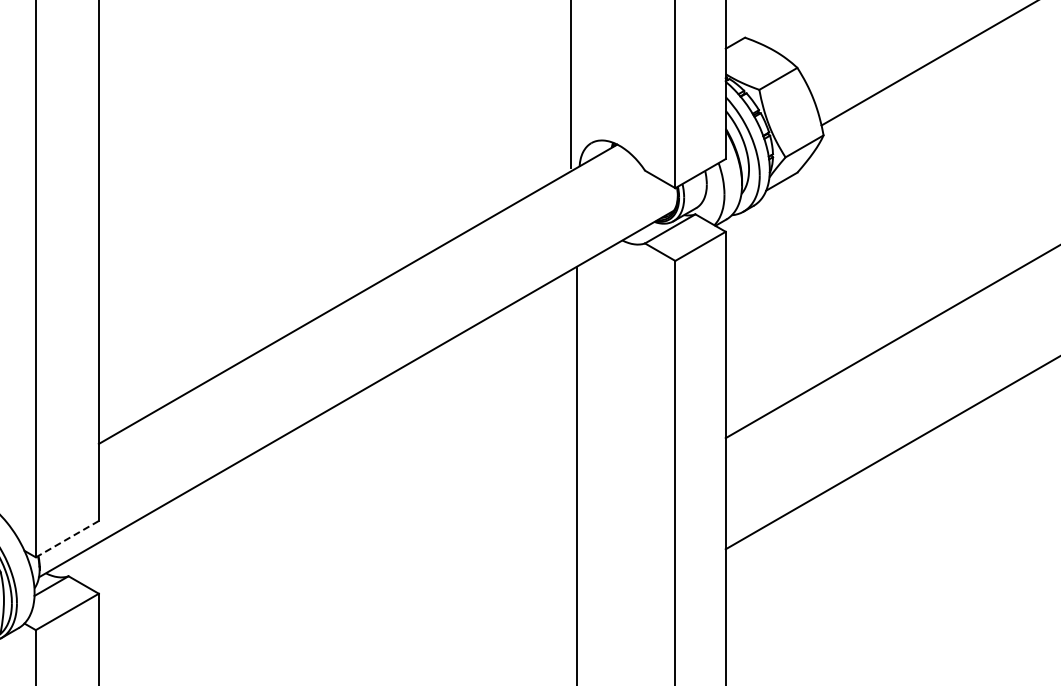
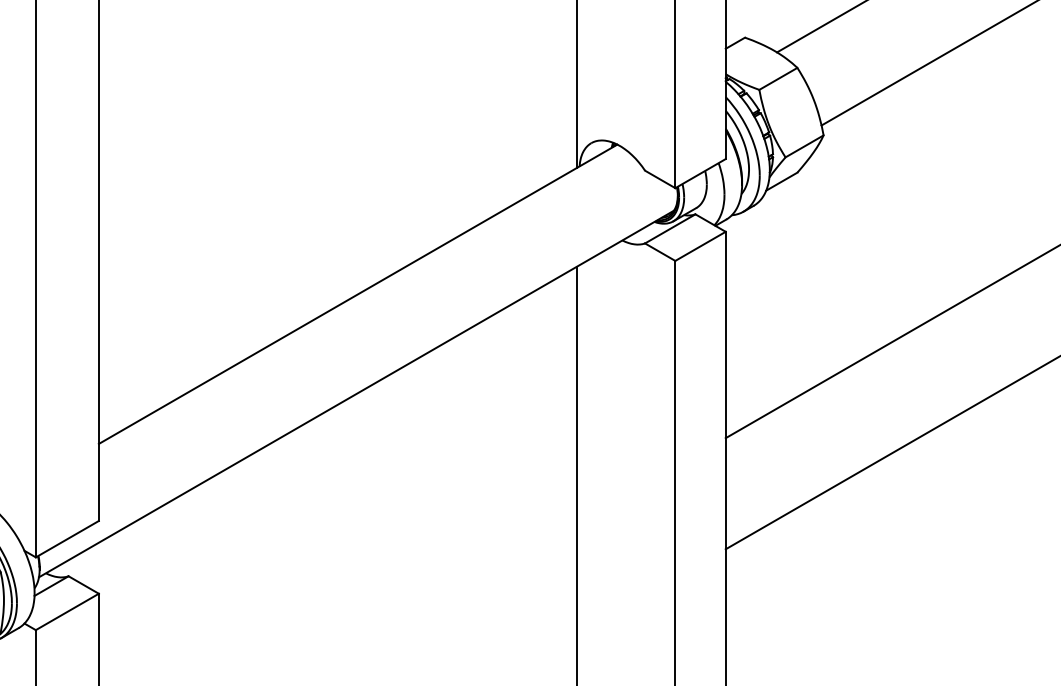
line at (820, 27): none -> present
line at (571, 84) position: (571, 84) -> (577, 84)
line at (66, 539): dashed -> solid
